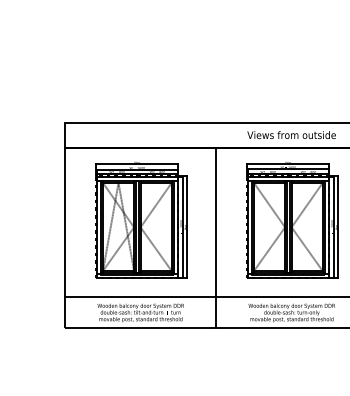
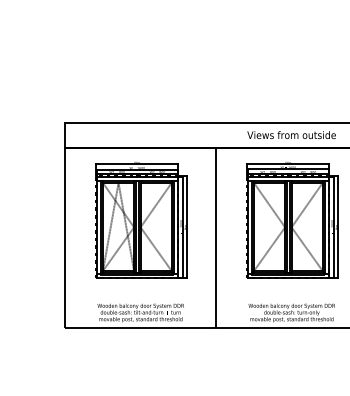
line at (205, 297): present -> none
